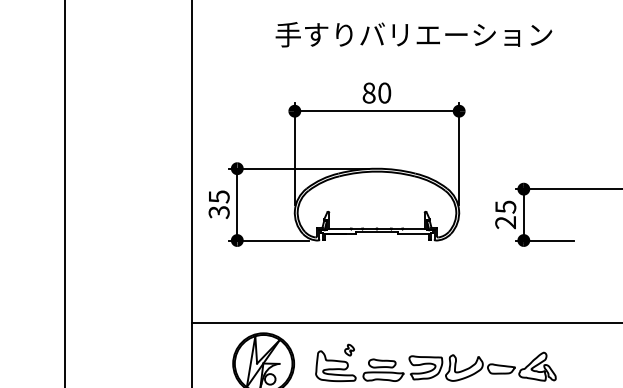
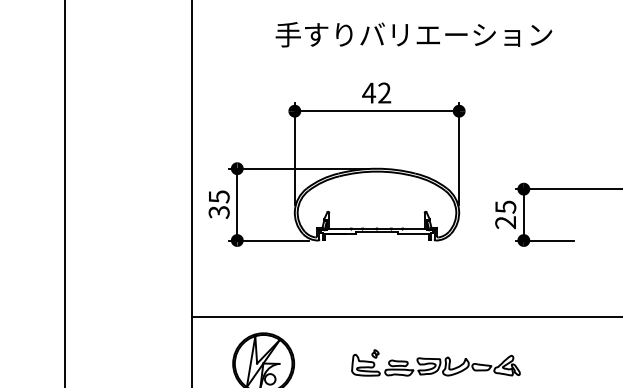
text at (376, 92): 80 -> 42
line at (405, 322) position: (405, 322) -> (405, 316)
part at (435, 362) size: 242x40 px -> 170x28 px
